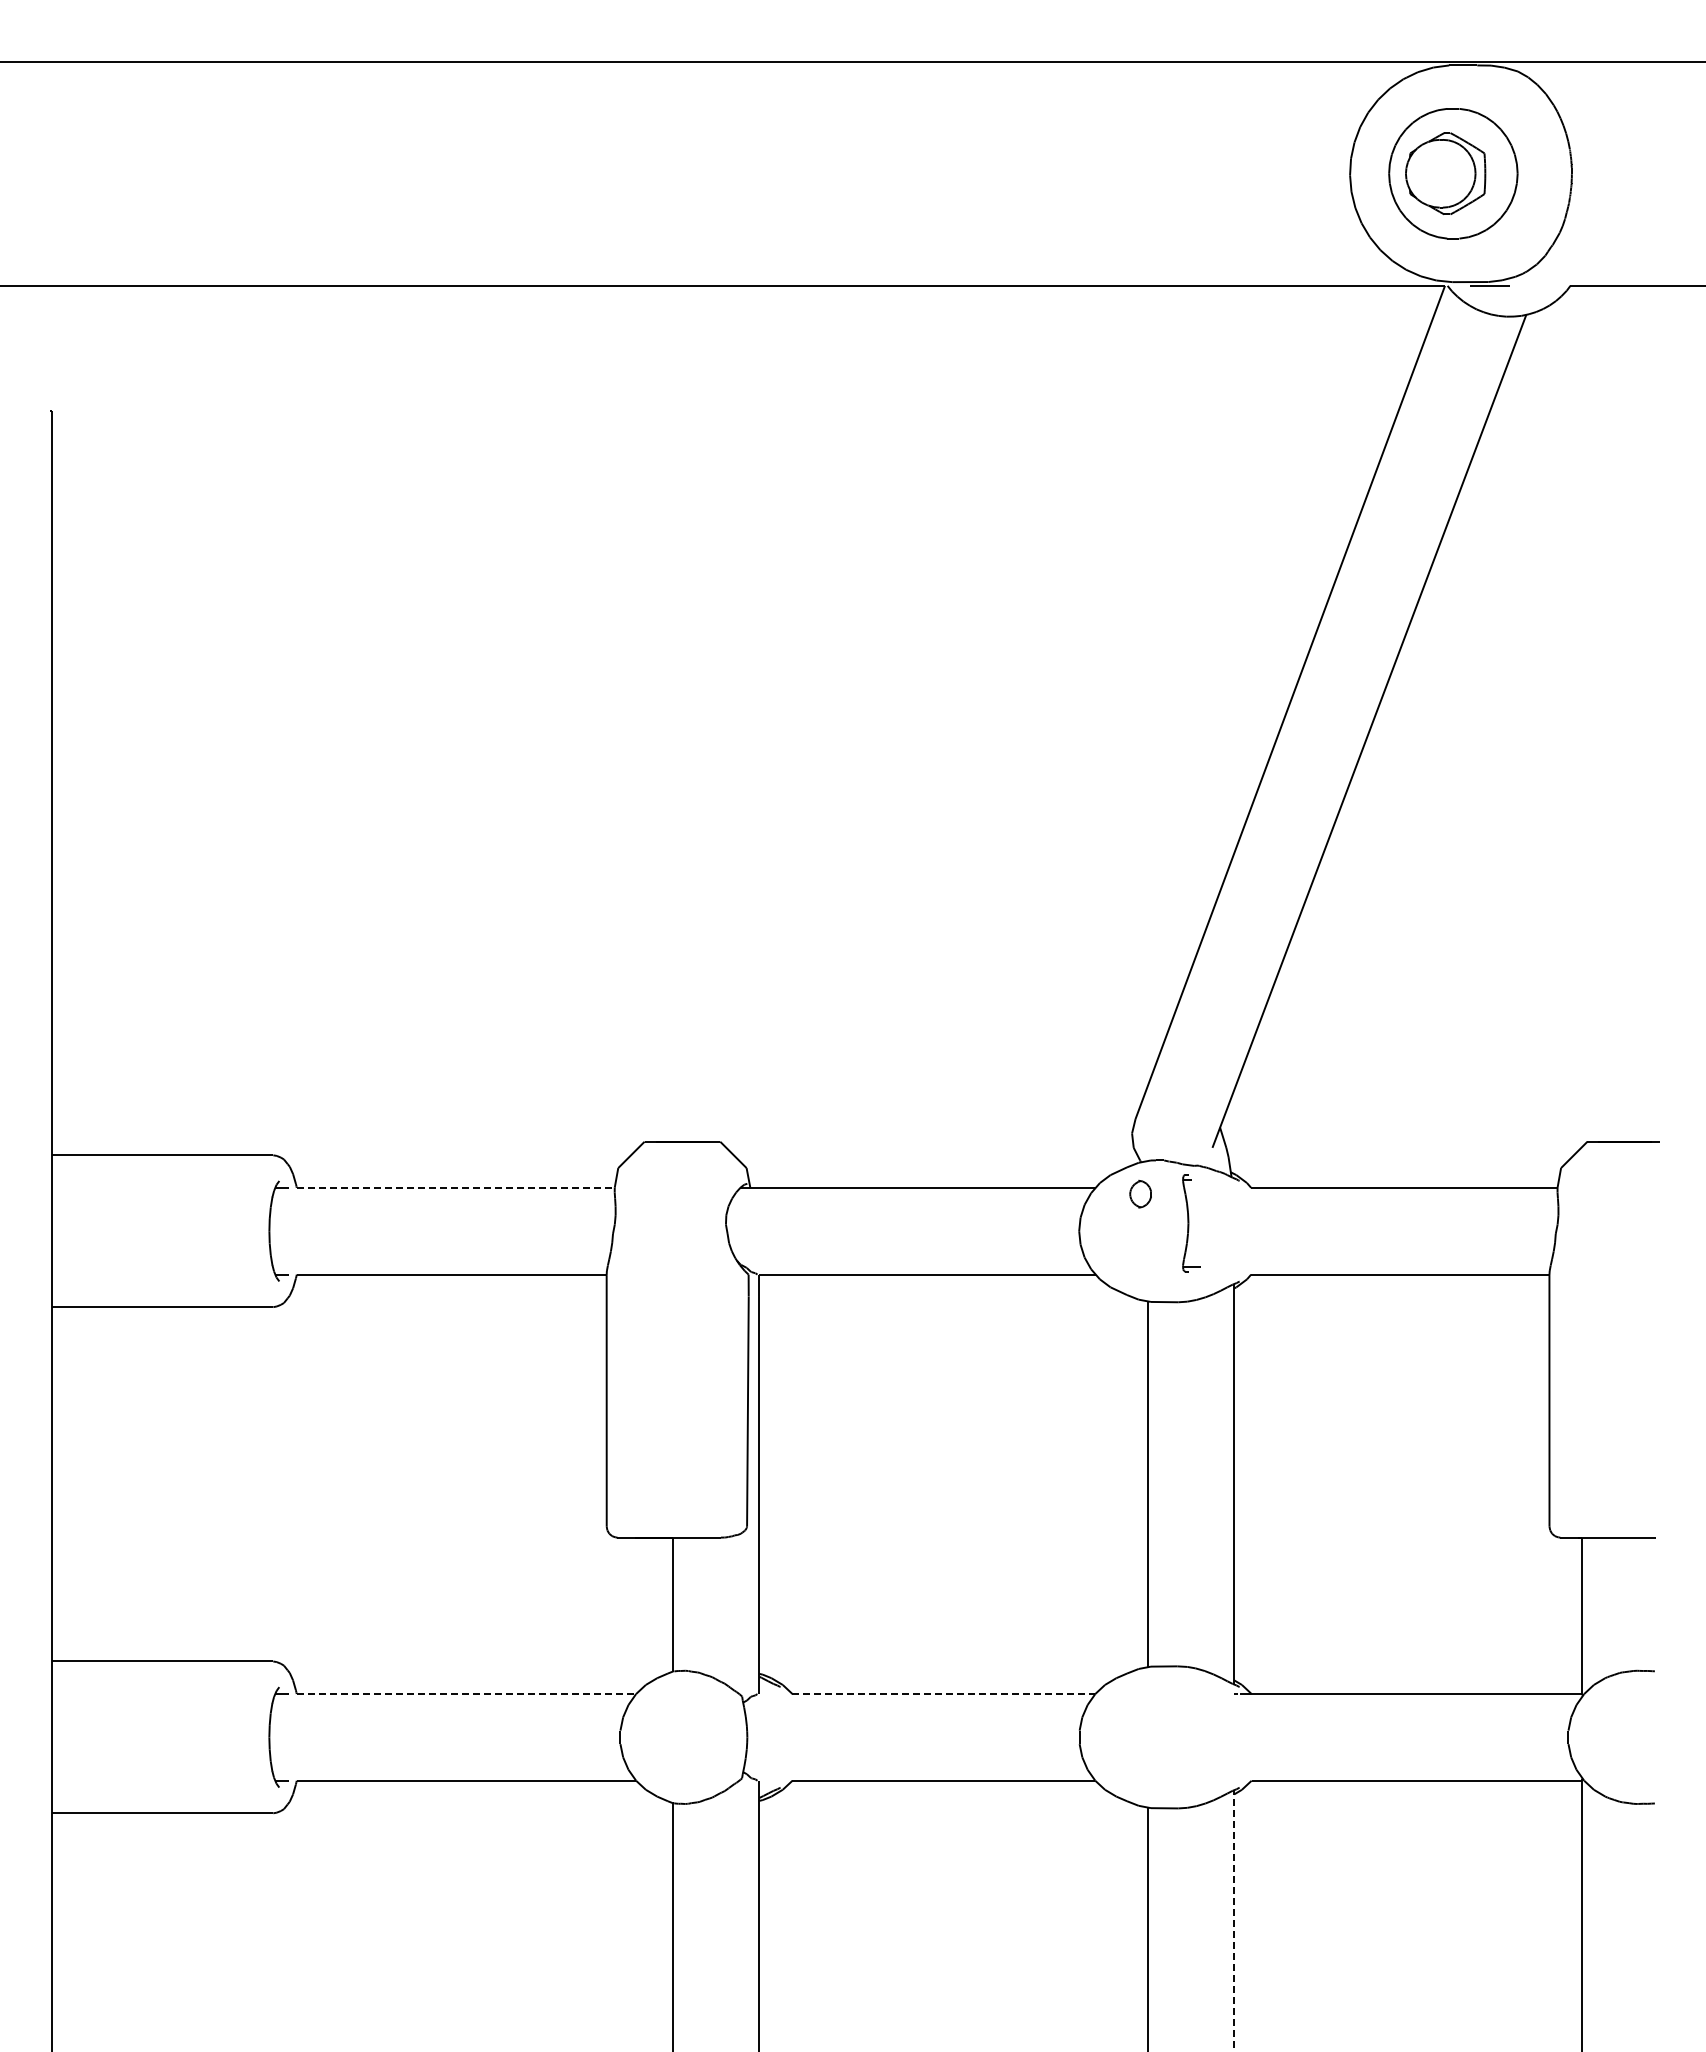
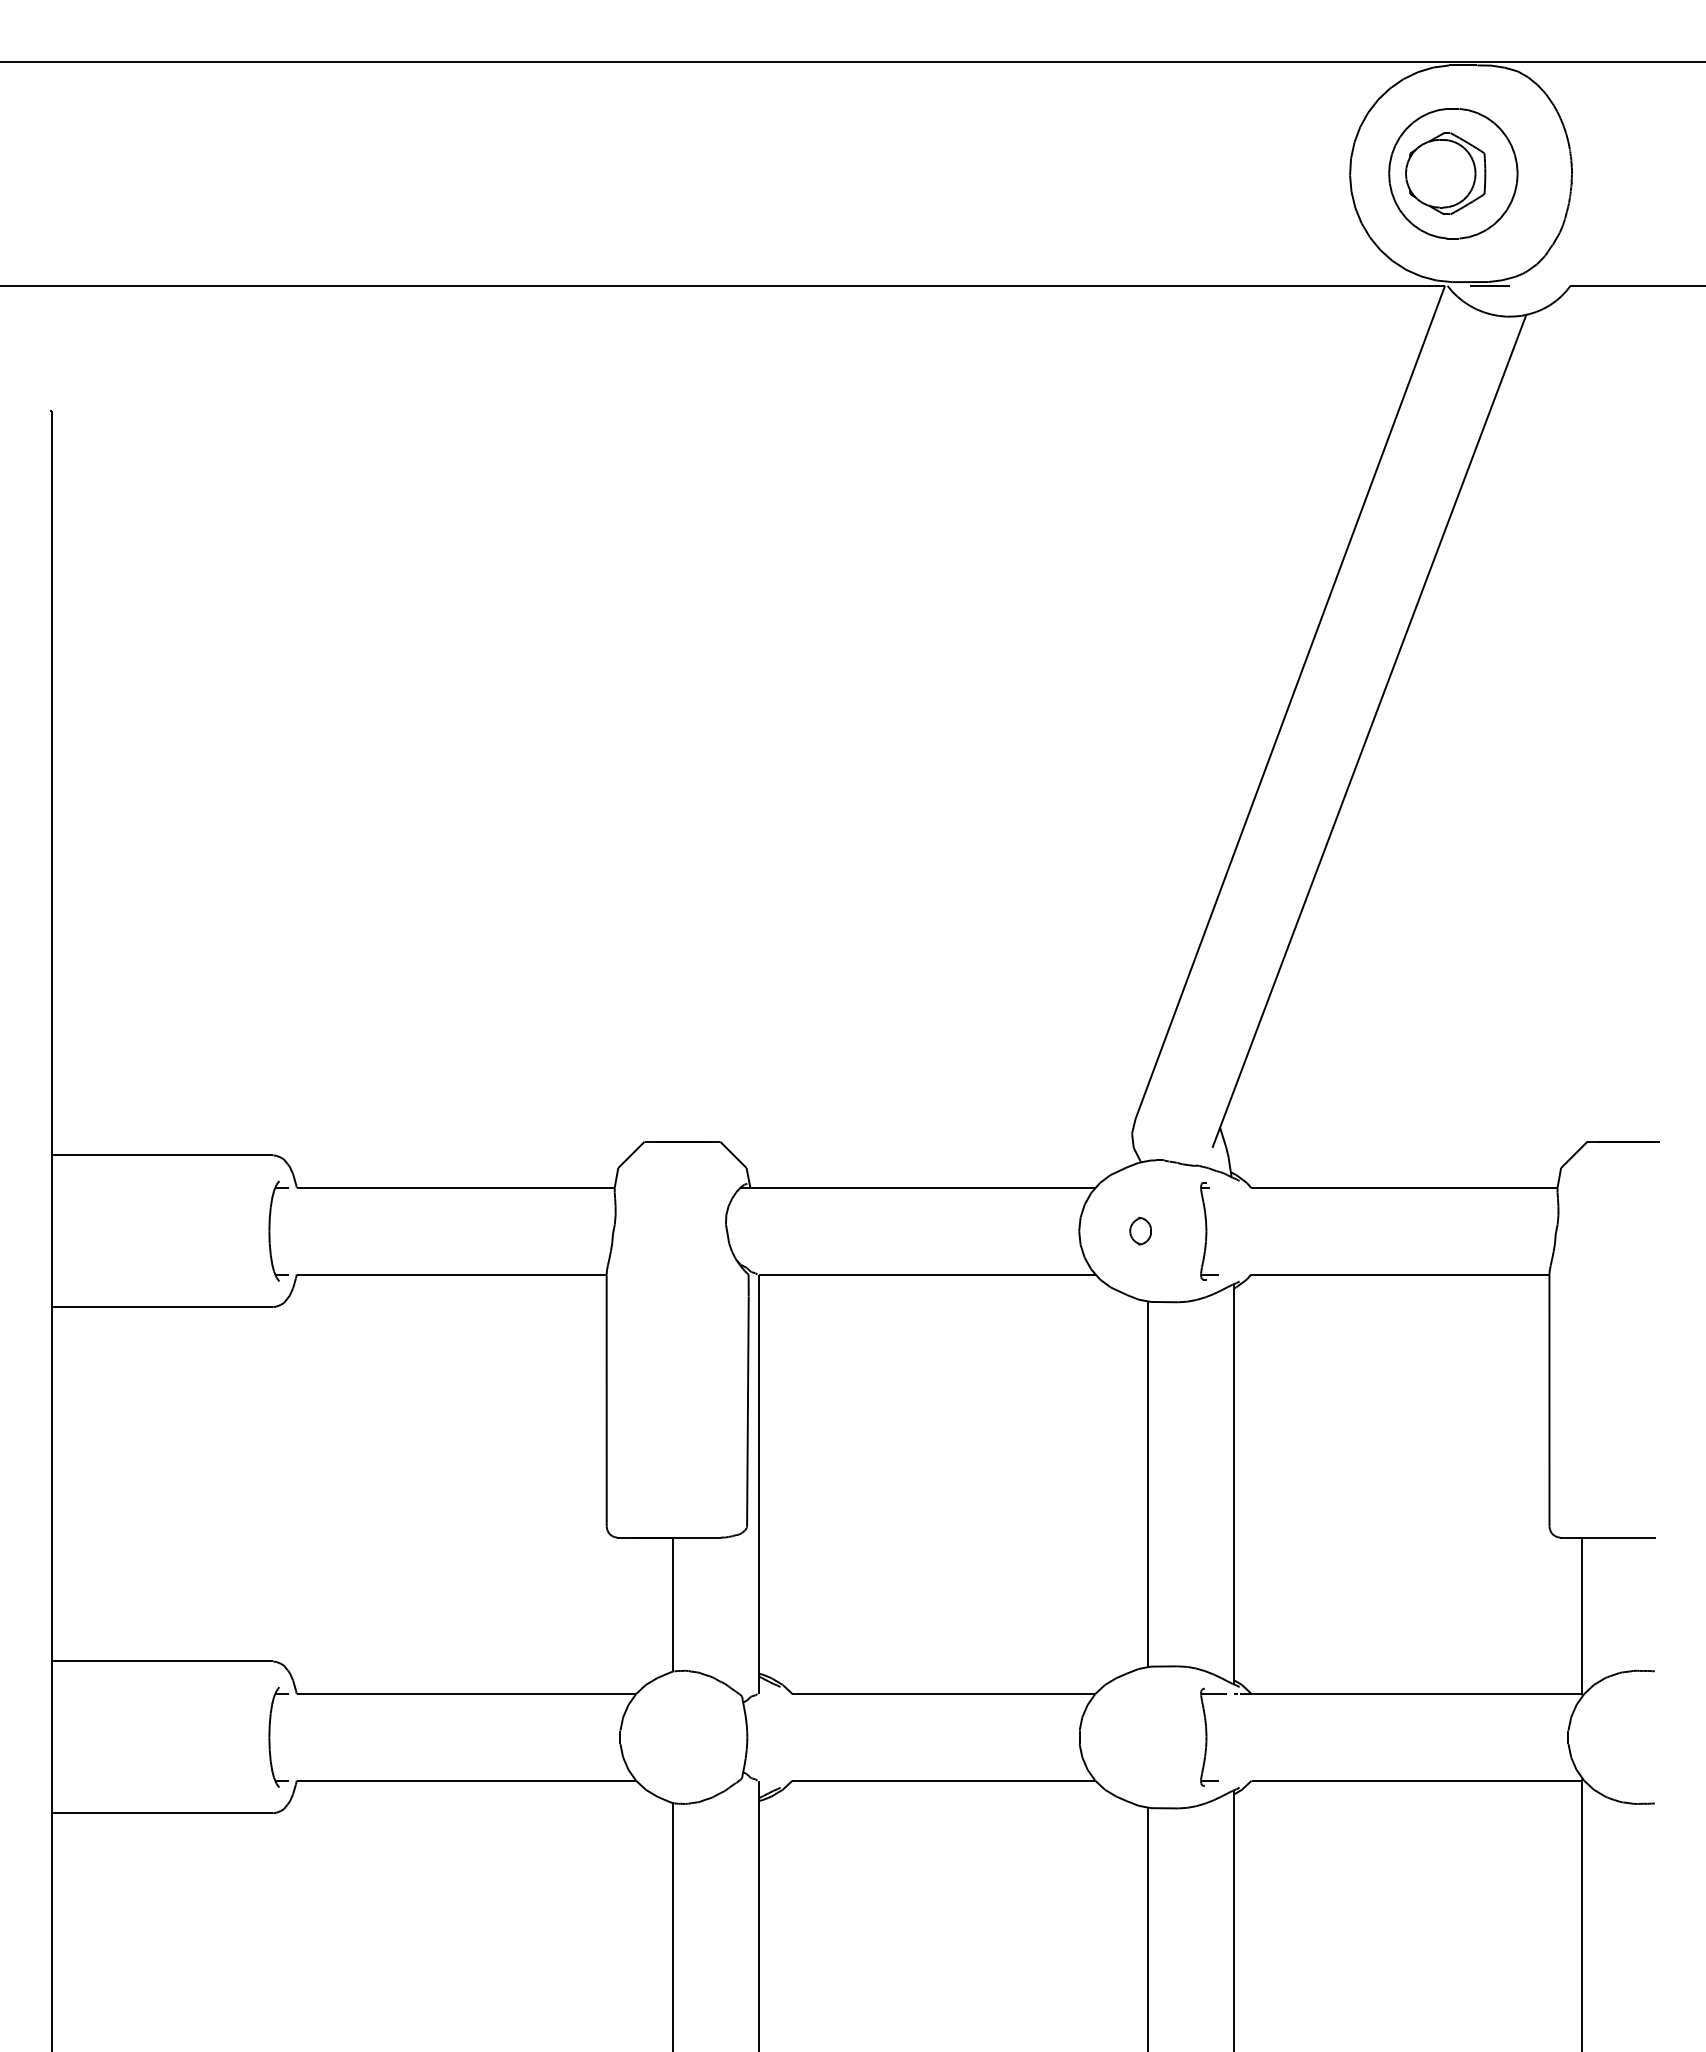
line at (455, 1187): dashed -> solid
part at (1140, 1194) position: (1140, 1194) -> (1140, 1231)
part at (1191, 1223) position: (1191, 1223) -> (1209, 1231)
line at (466, 1694): dashed -> solid
line at (944, 1694): dashed -> solid
part at (1213, 1736): none -> present
line at (1234, 1921): dashed -> solid
